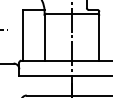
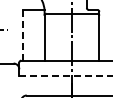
line at (23, 35): solid -> dashed
line at (66, 75): solid -> dashed
